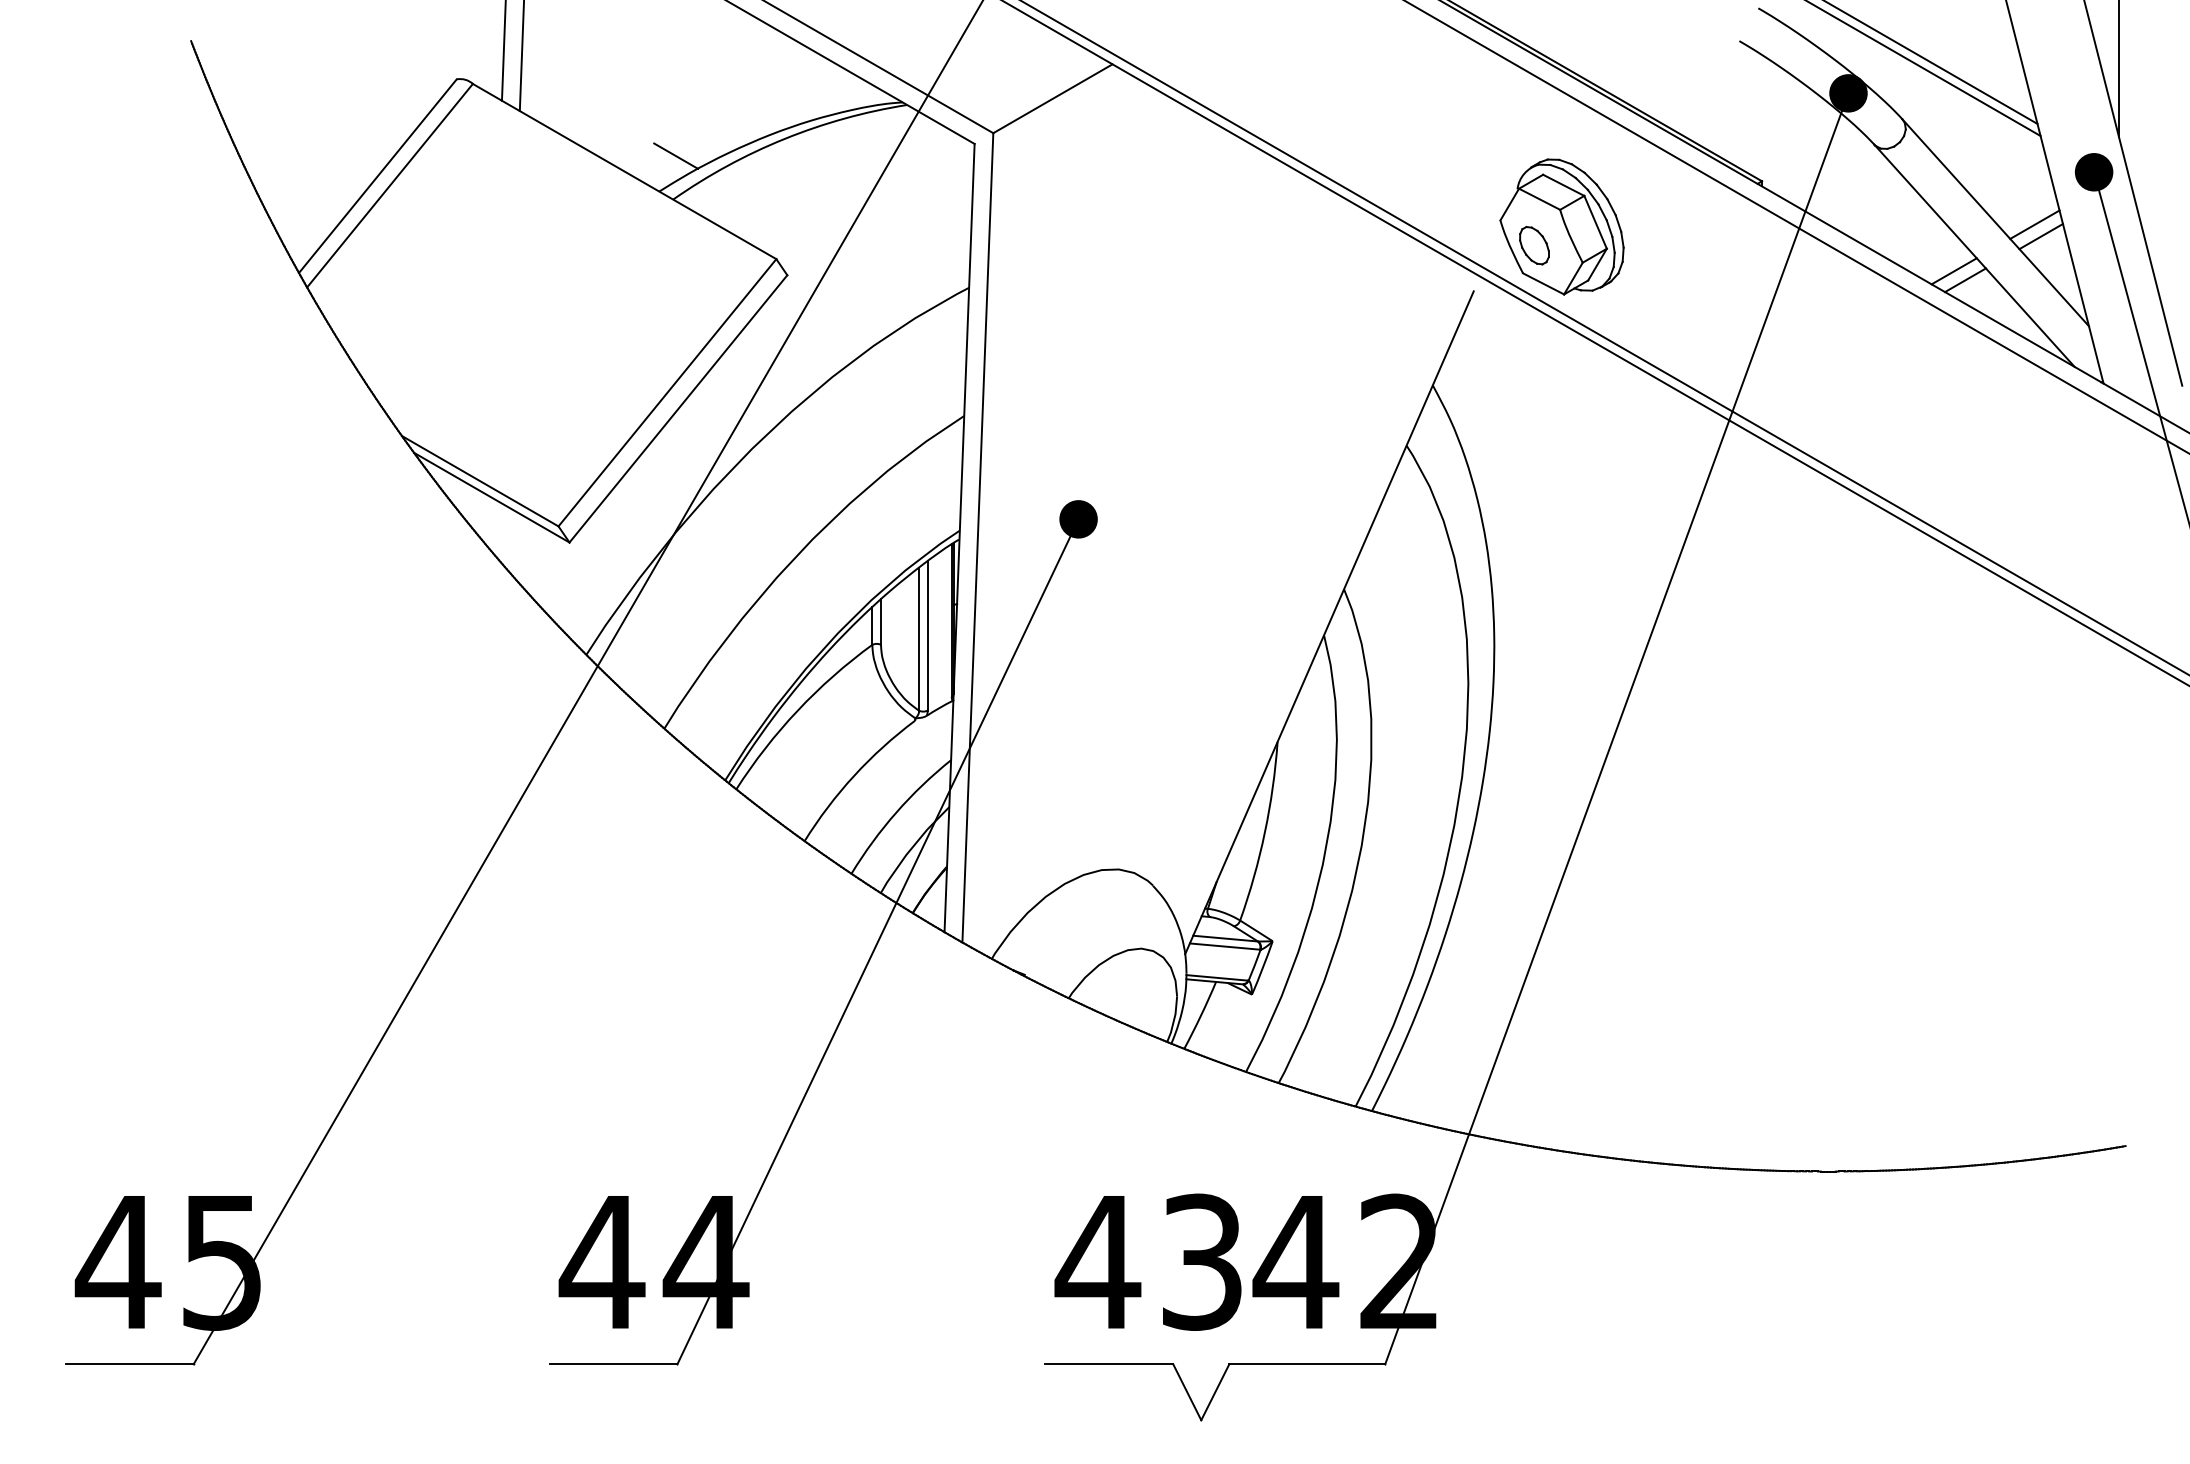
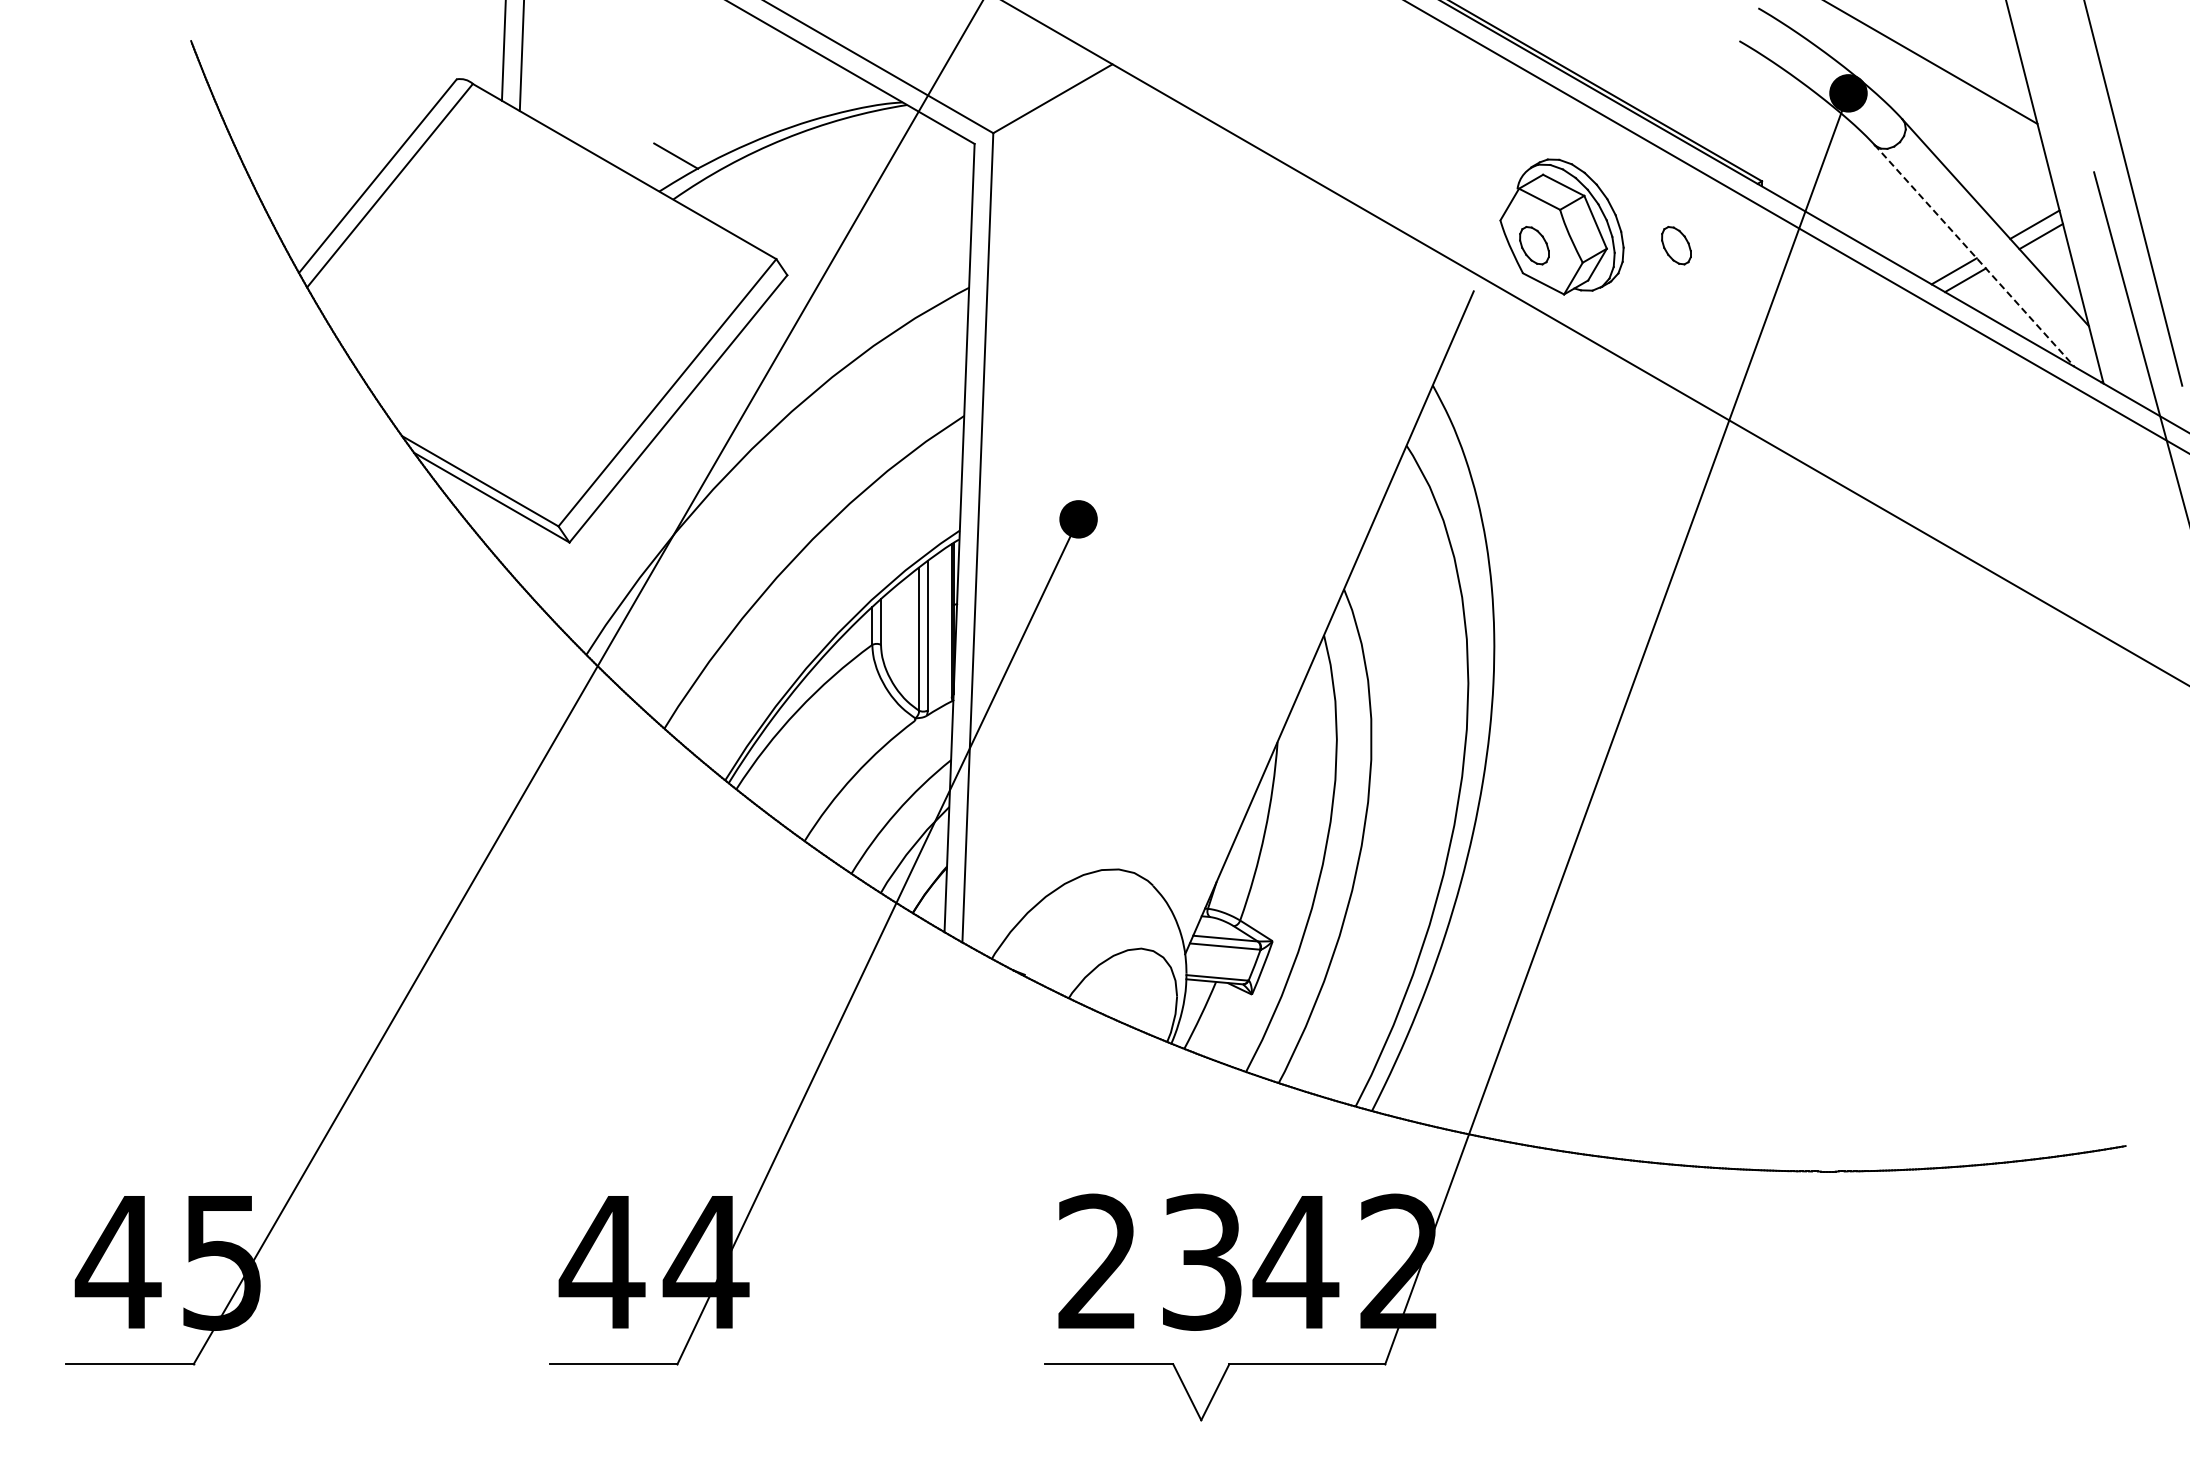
line at (1924, 69): present -> none
line at (2119, 69): present -> none
fill at (2093, 172): present -> none
part at (1676, 245): none -> present
line at (1974, 255): solid -> dashed
line at (1604, 337): present -> none
text at (1097, 1260): 43 -> 23
